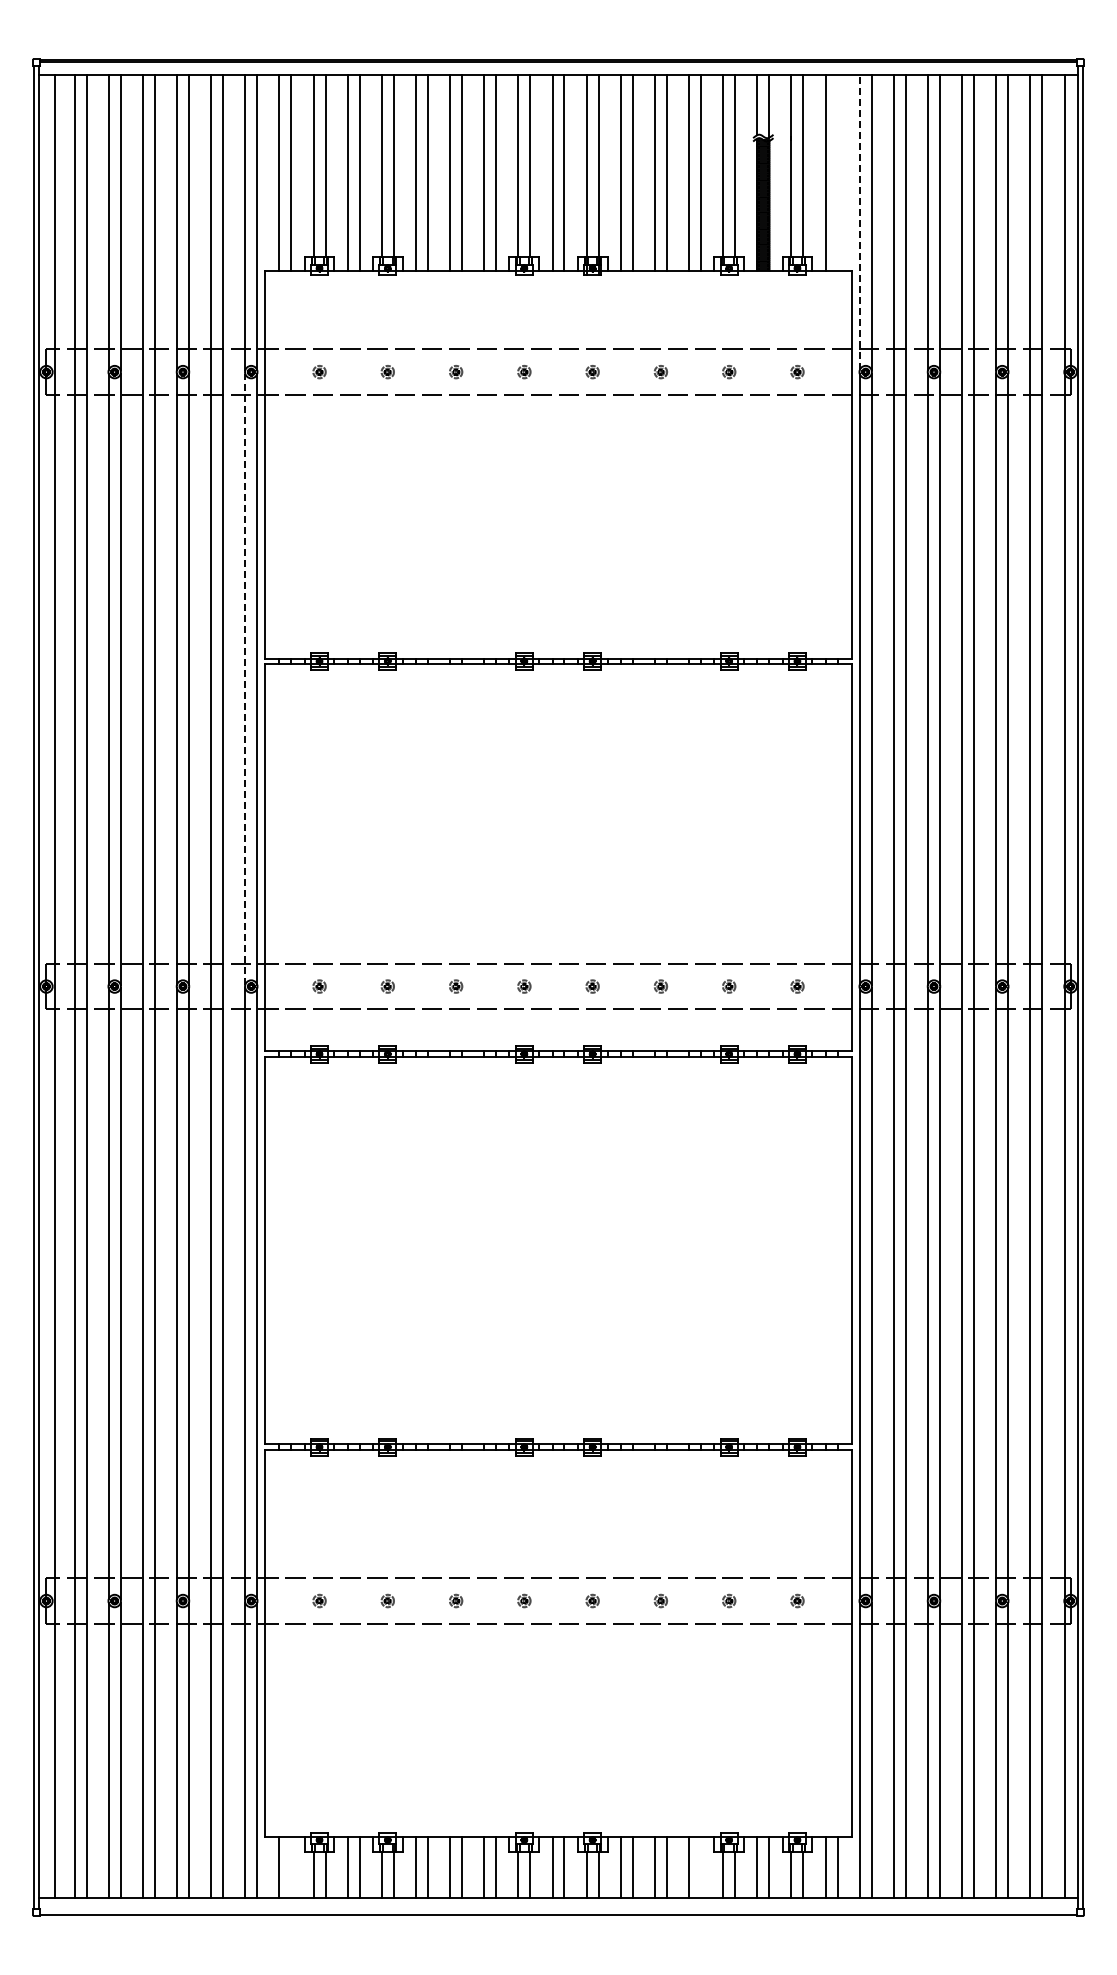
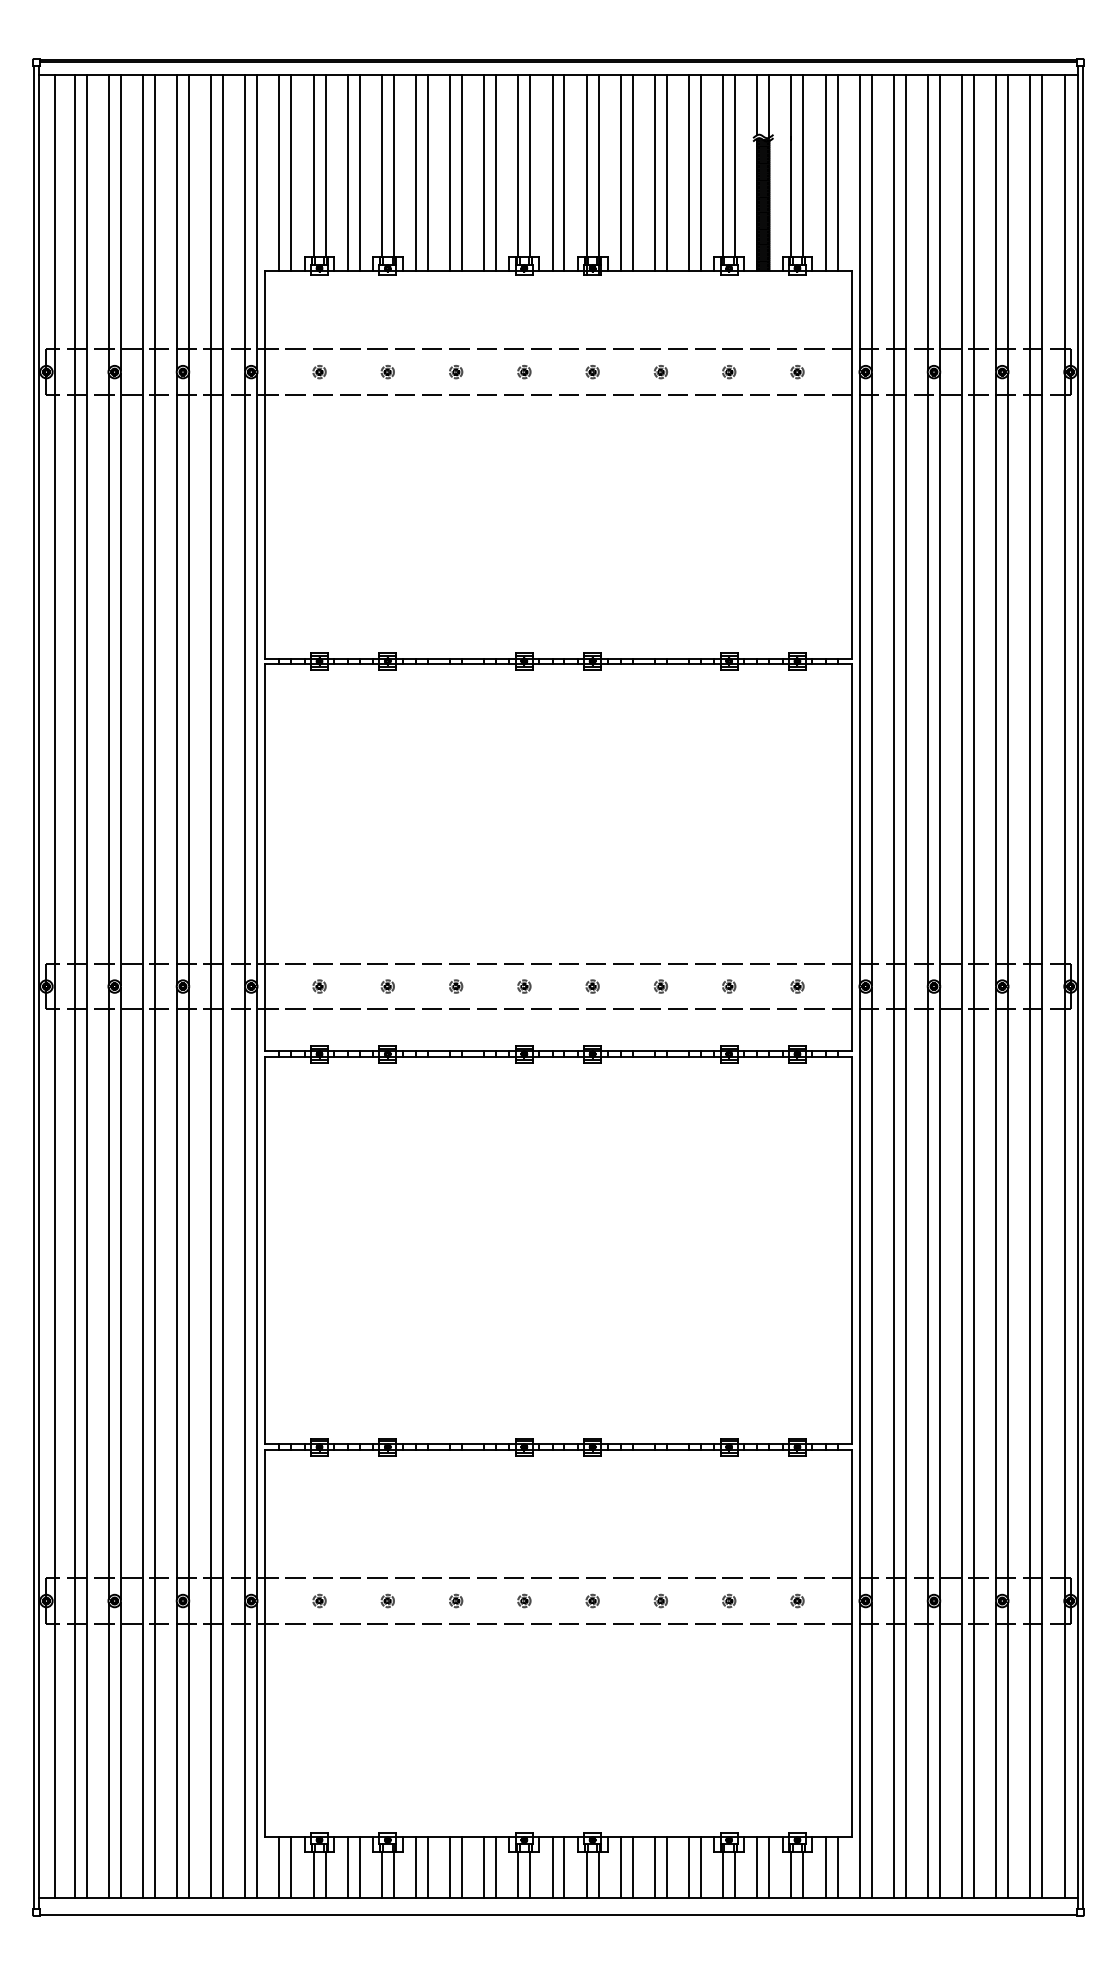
line at (837, 172): none -> present
line at (859, 222): dashed -> solid
line at (245, 678): dashed -> solid
line at (291, 1867): none -> present
line at (701, 1867): none -> present
